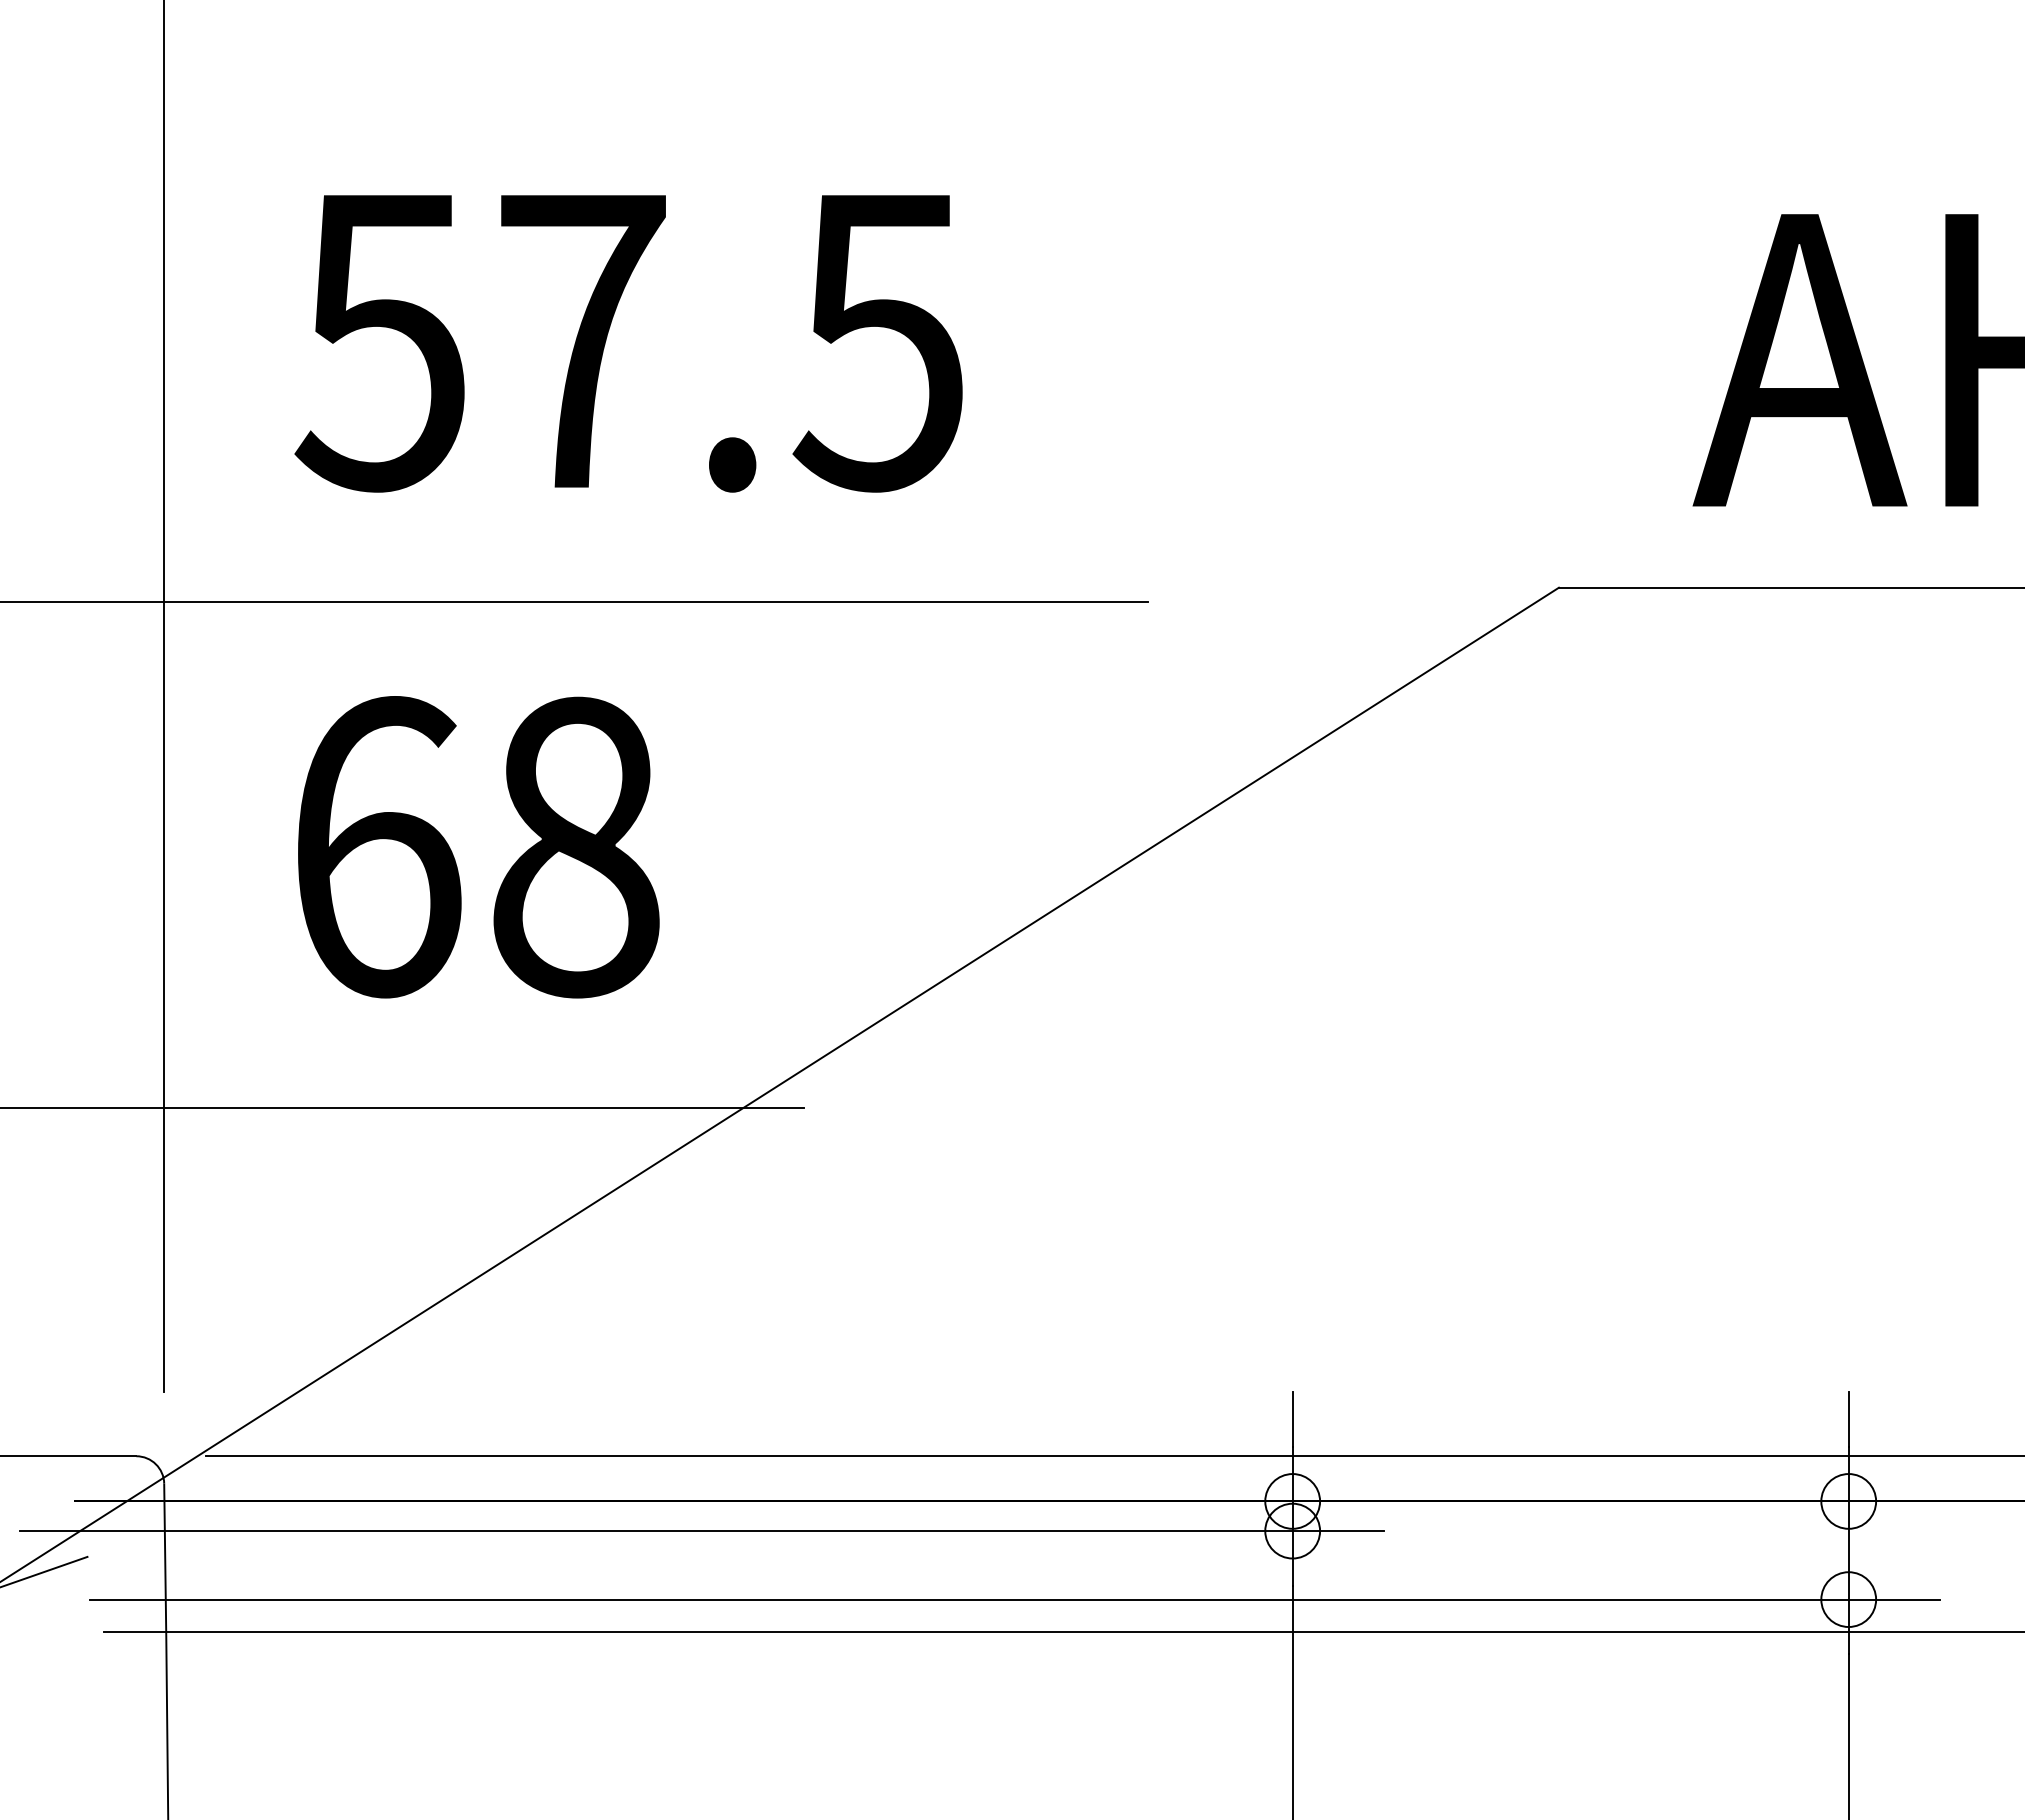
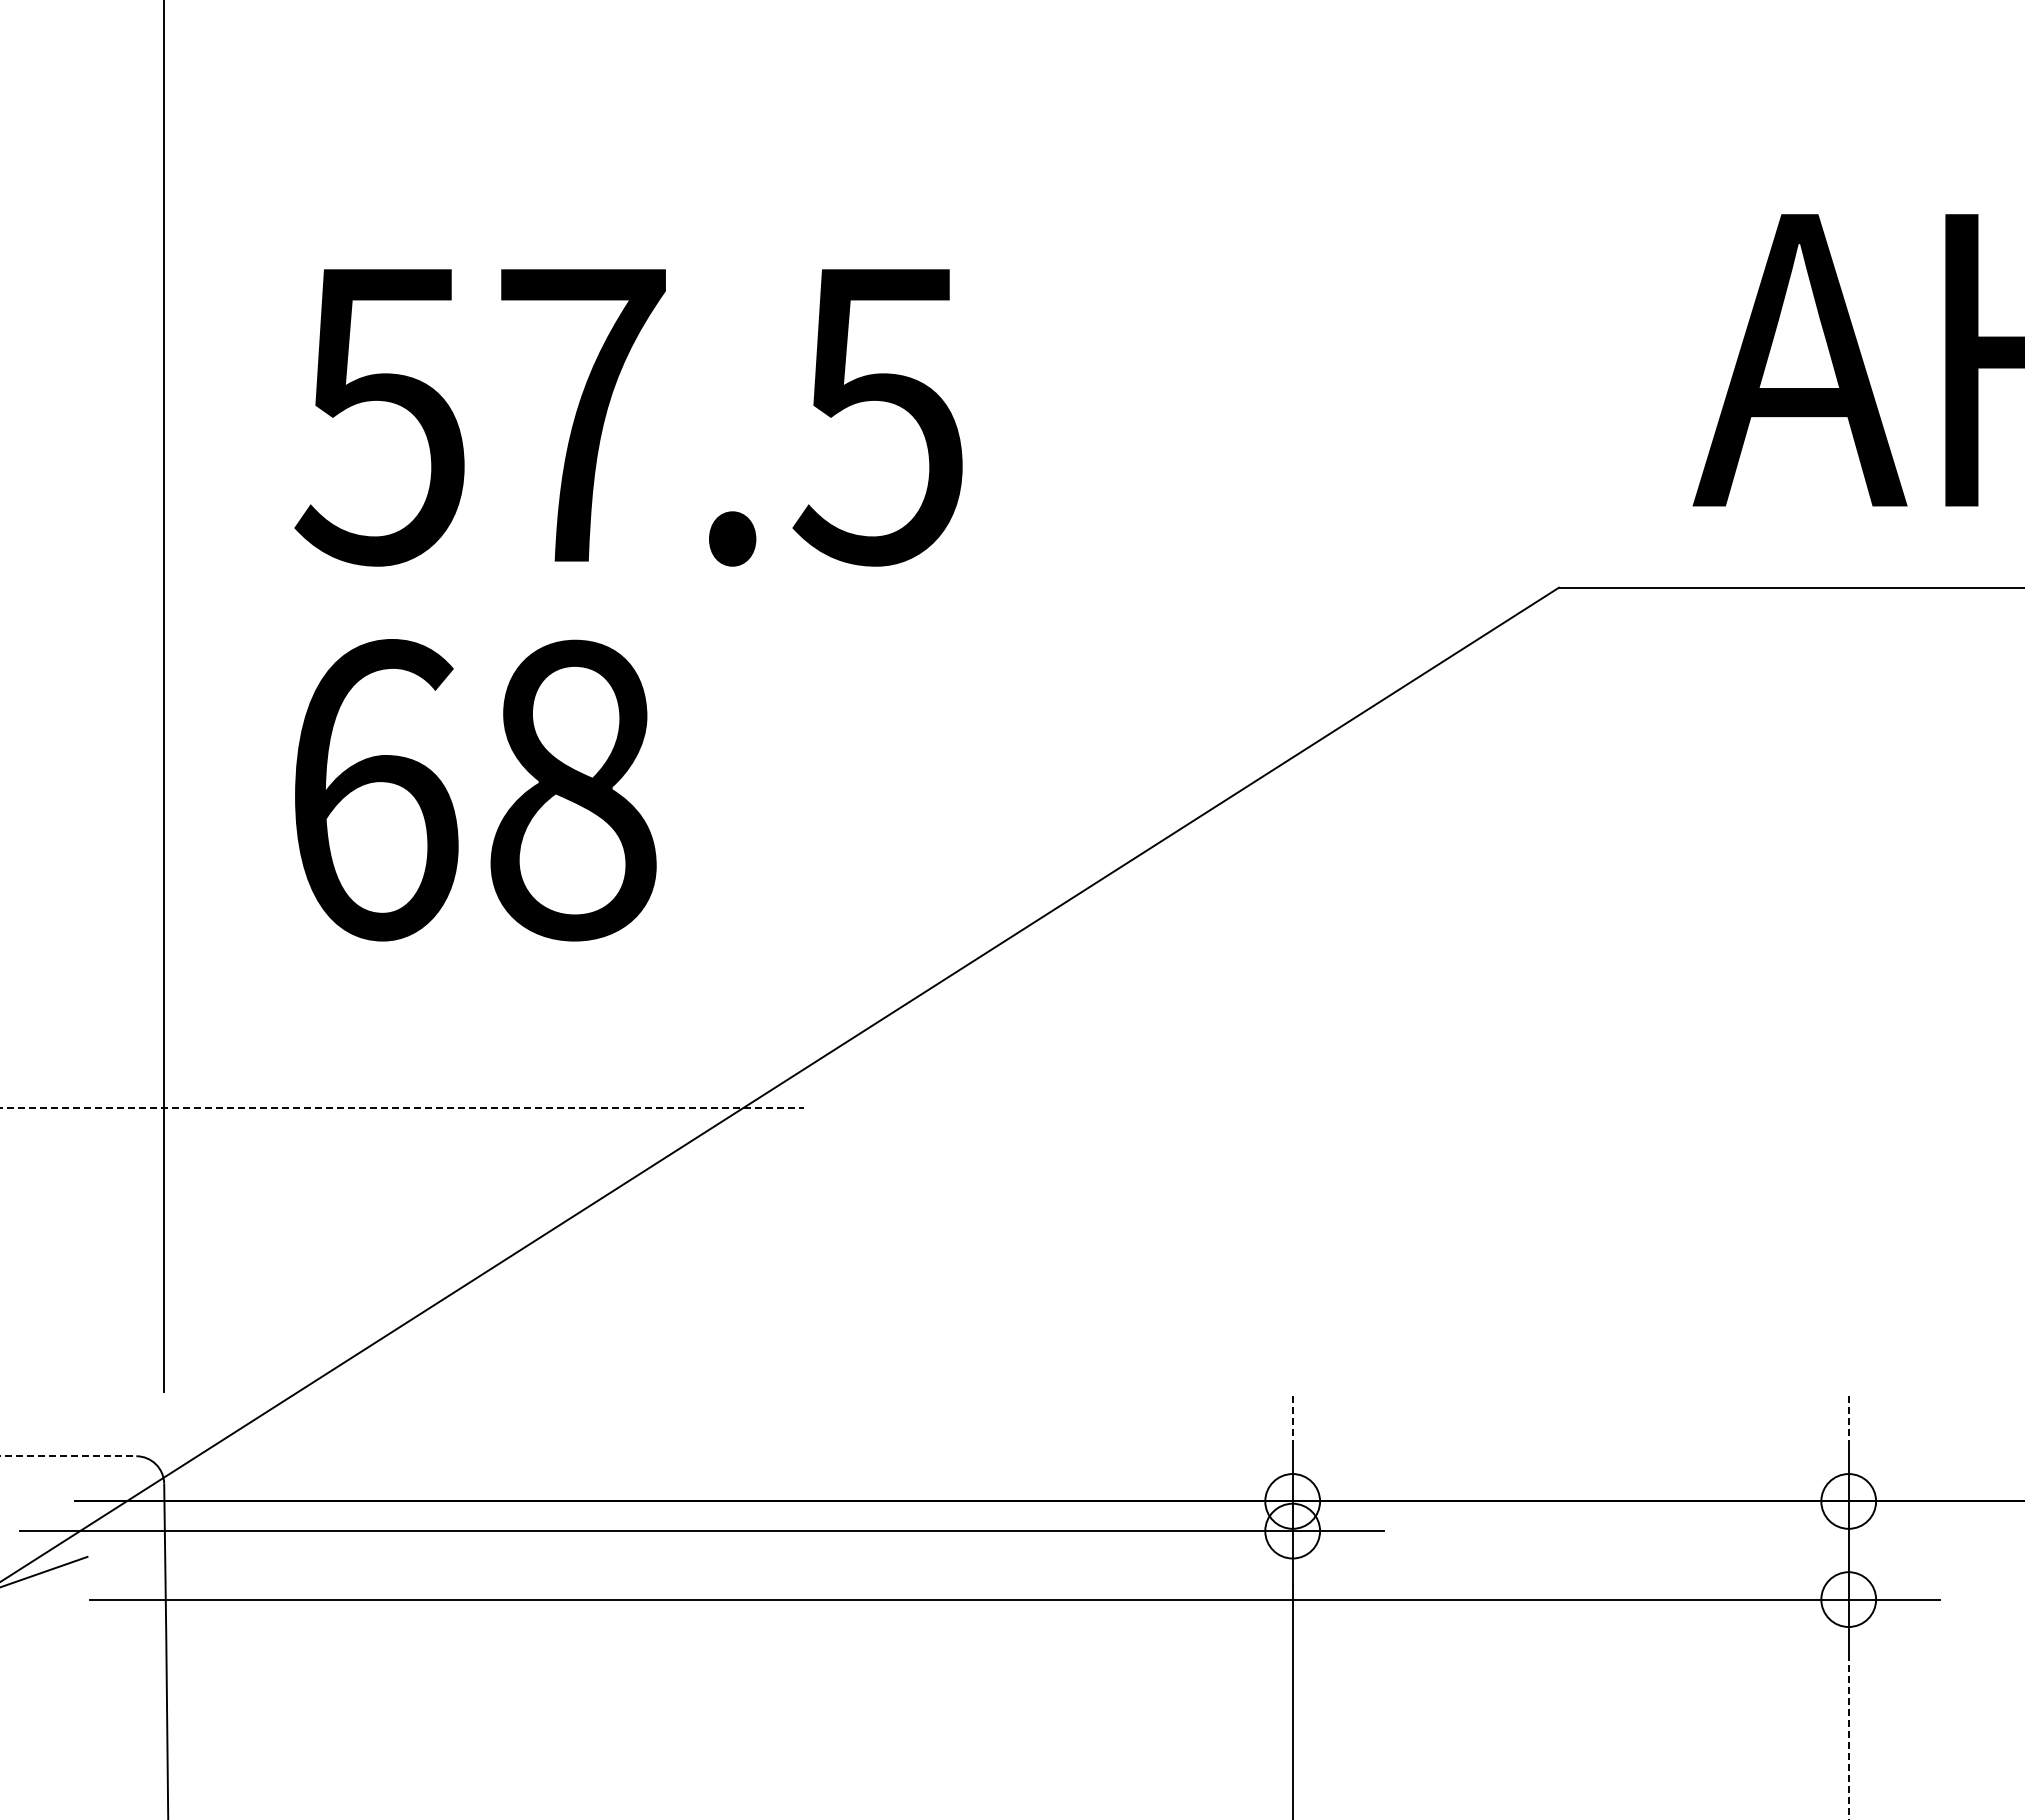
text at (628, 343) position: (628, 343) -> (628, 417)
line at (575, 601): present -> none
text at (478, 847) position: (478, 847) -> (475, 790)
line at (402, 1107): solid -> dashed
line at (1292, 1418): solid -> dashed
line at (1848, 1418): solid -> dashed
line at (68, 1456): solid -> dashed
line at (1113, 1456): present -> none
line at (1062, 1631): present -> none
line at (1848, 1737): solid -> dashed
